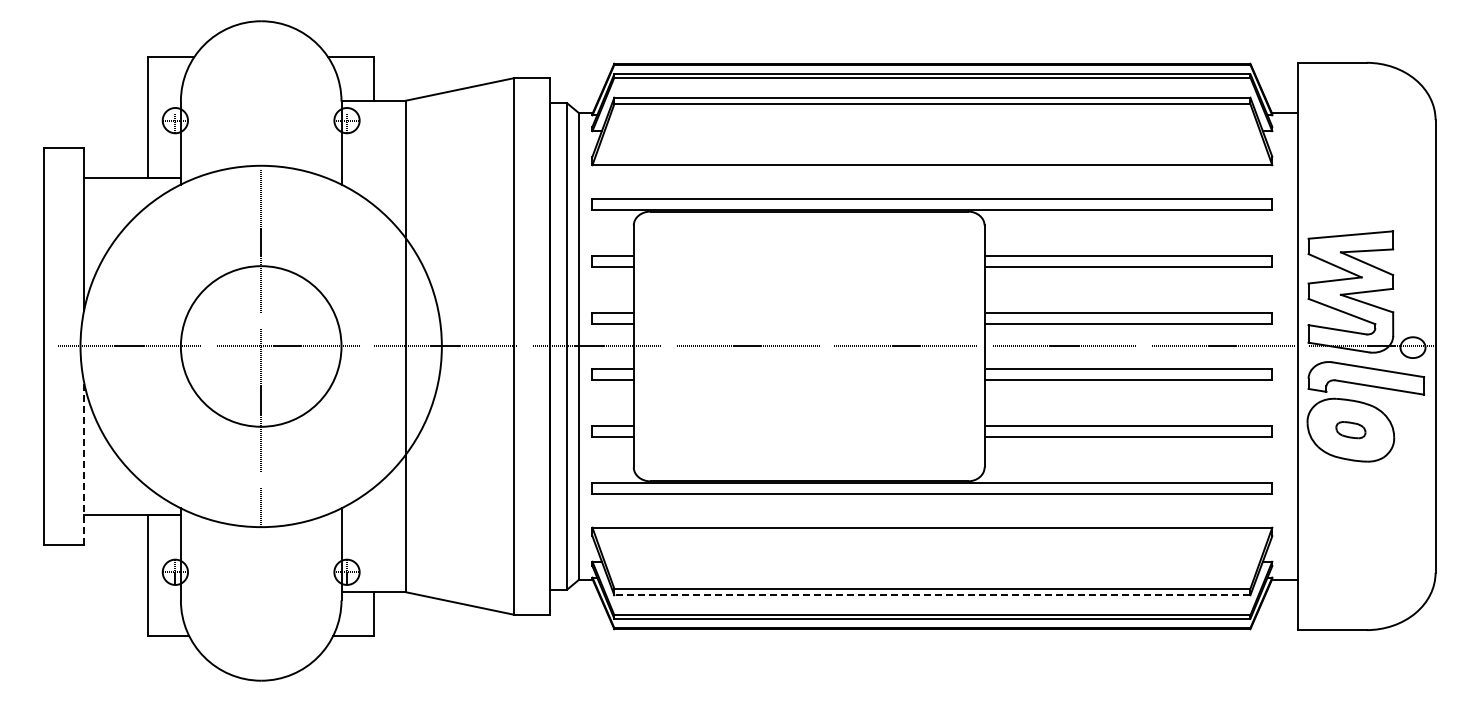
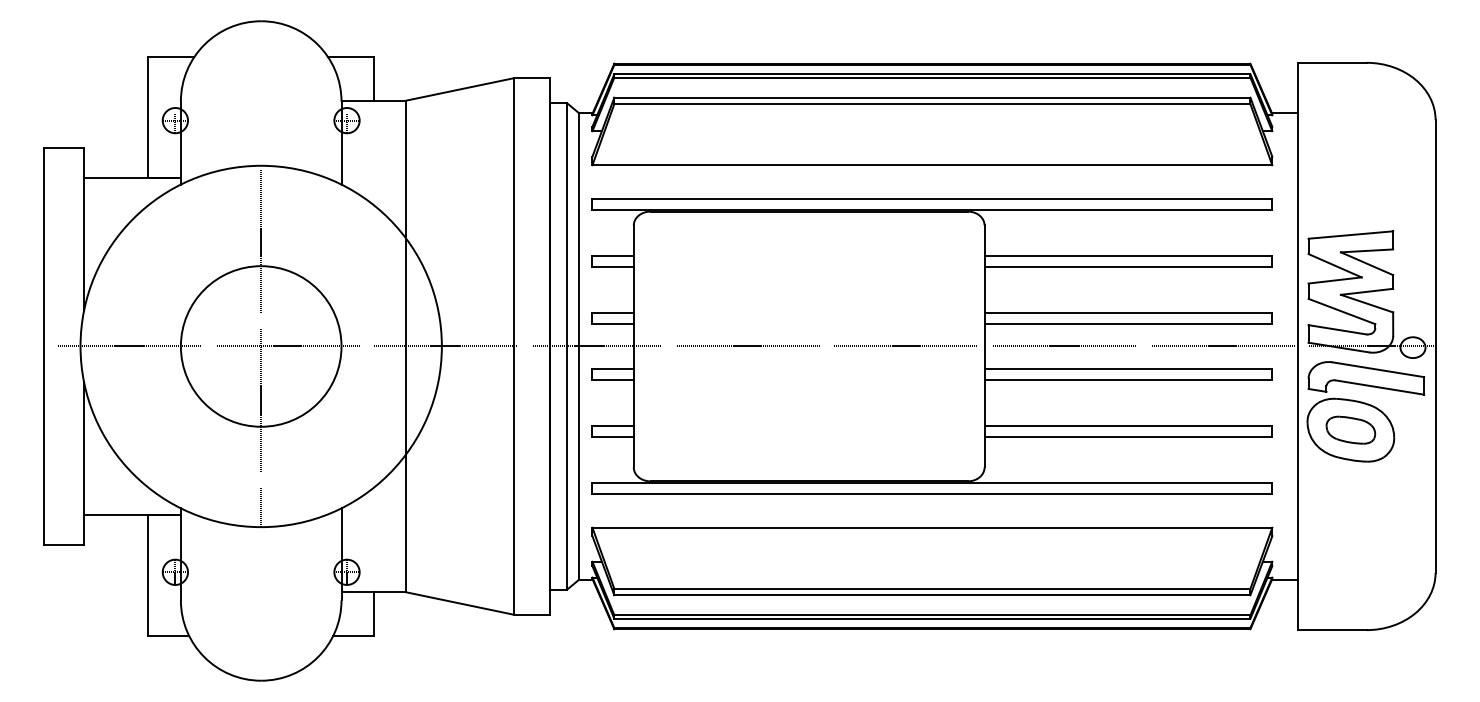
part at (1350, 430) size: 32x19 px -> 52x30 px
line at (84, 463): dashed -> solid
line at (931, 595): dashed -> solid
